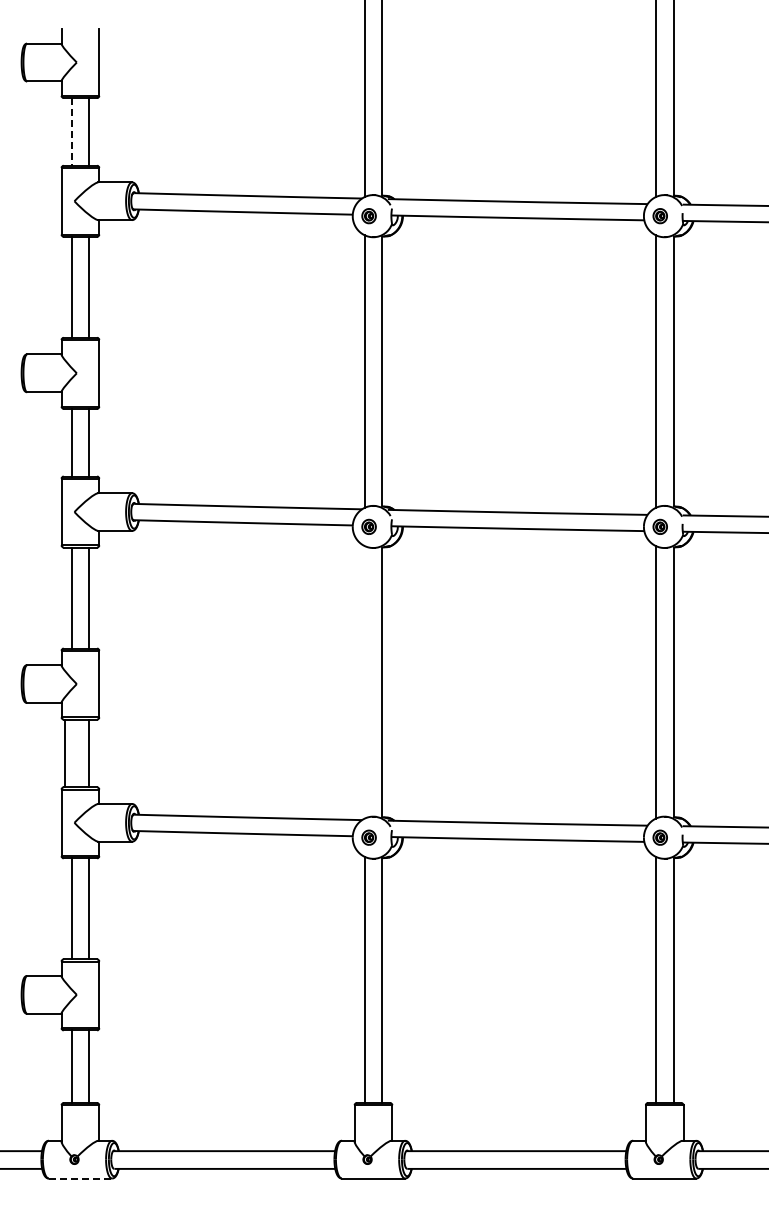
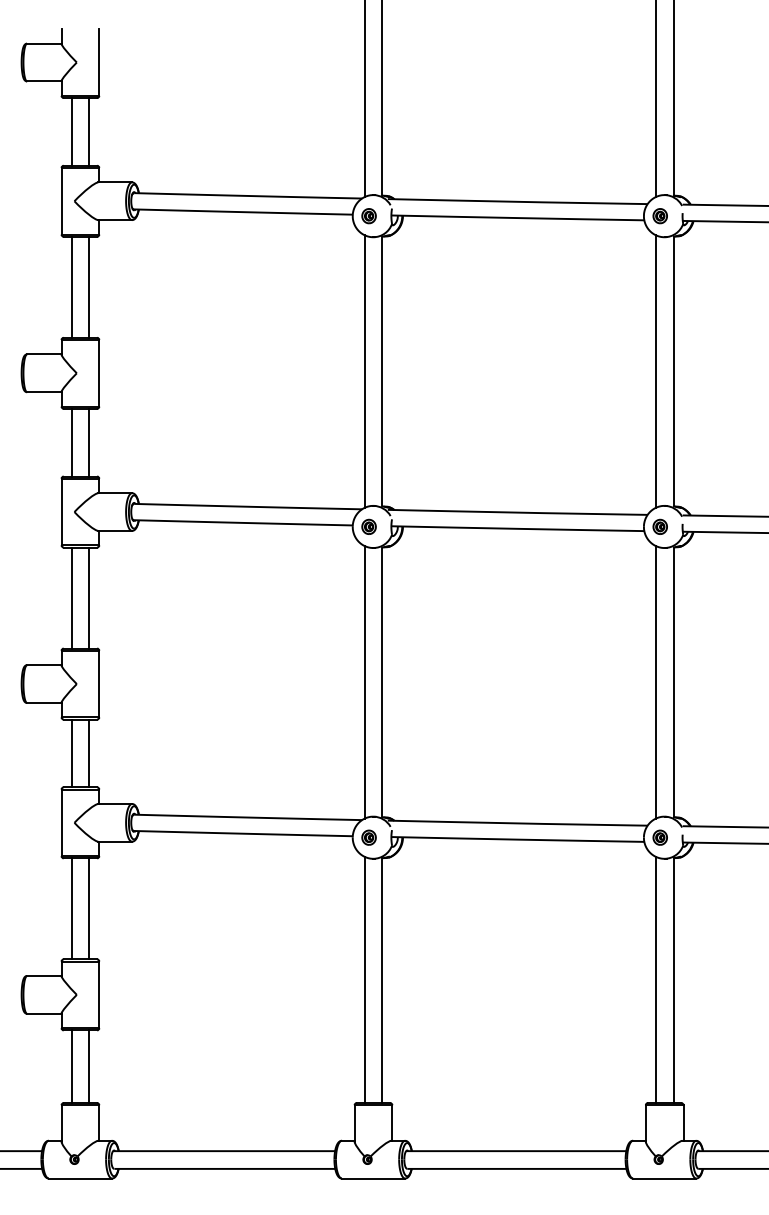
line at (71, 131): dashed -> solid
line at (364, 681): none -> present
line at (64, 753) position: (64, 753) -> (71, 753)
line at (80, 1178): dashed -> solid
